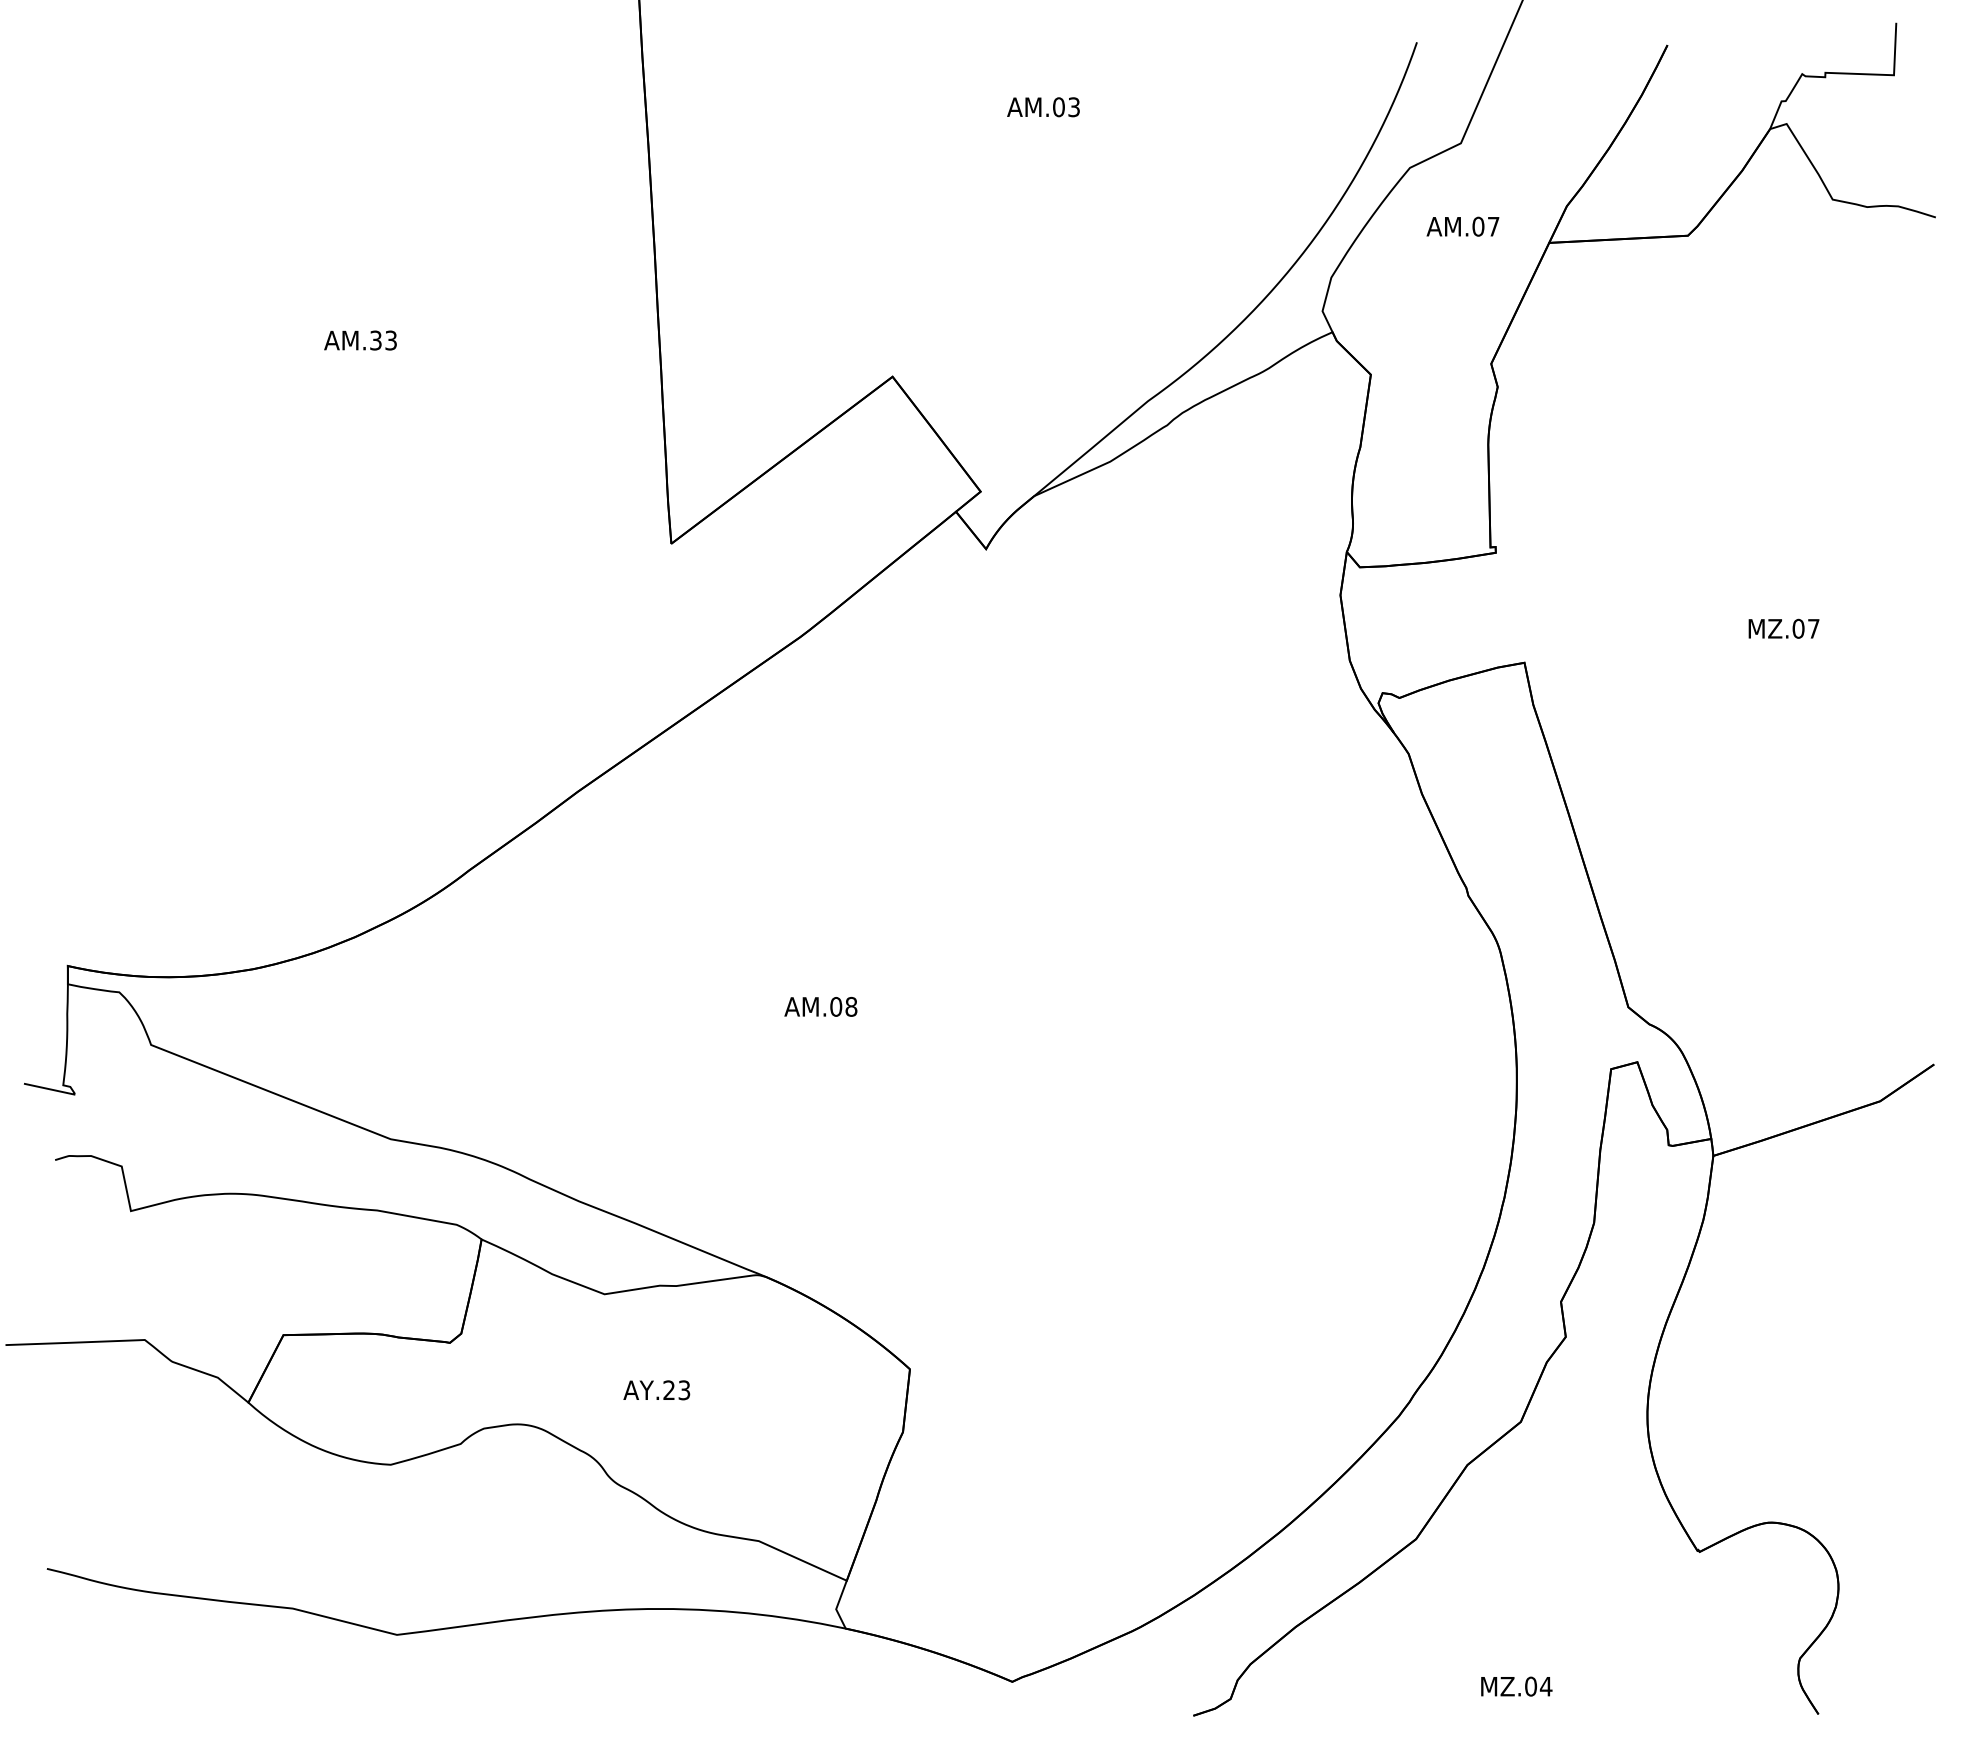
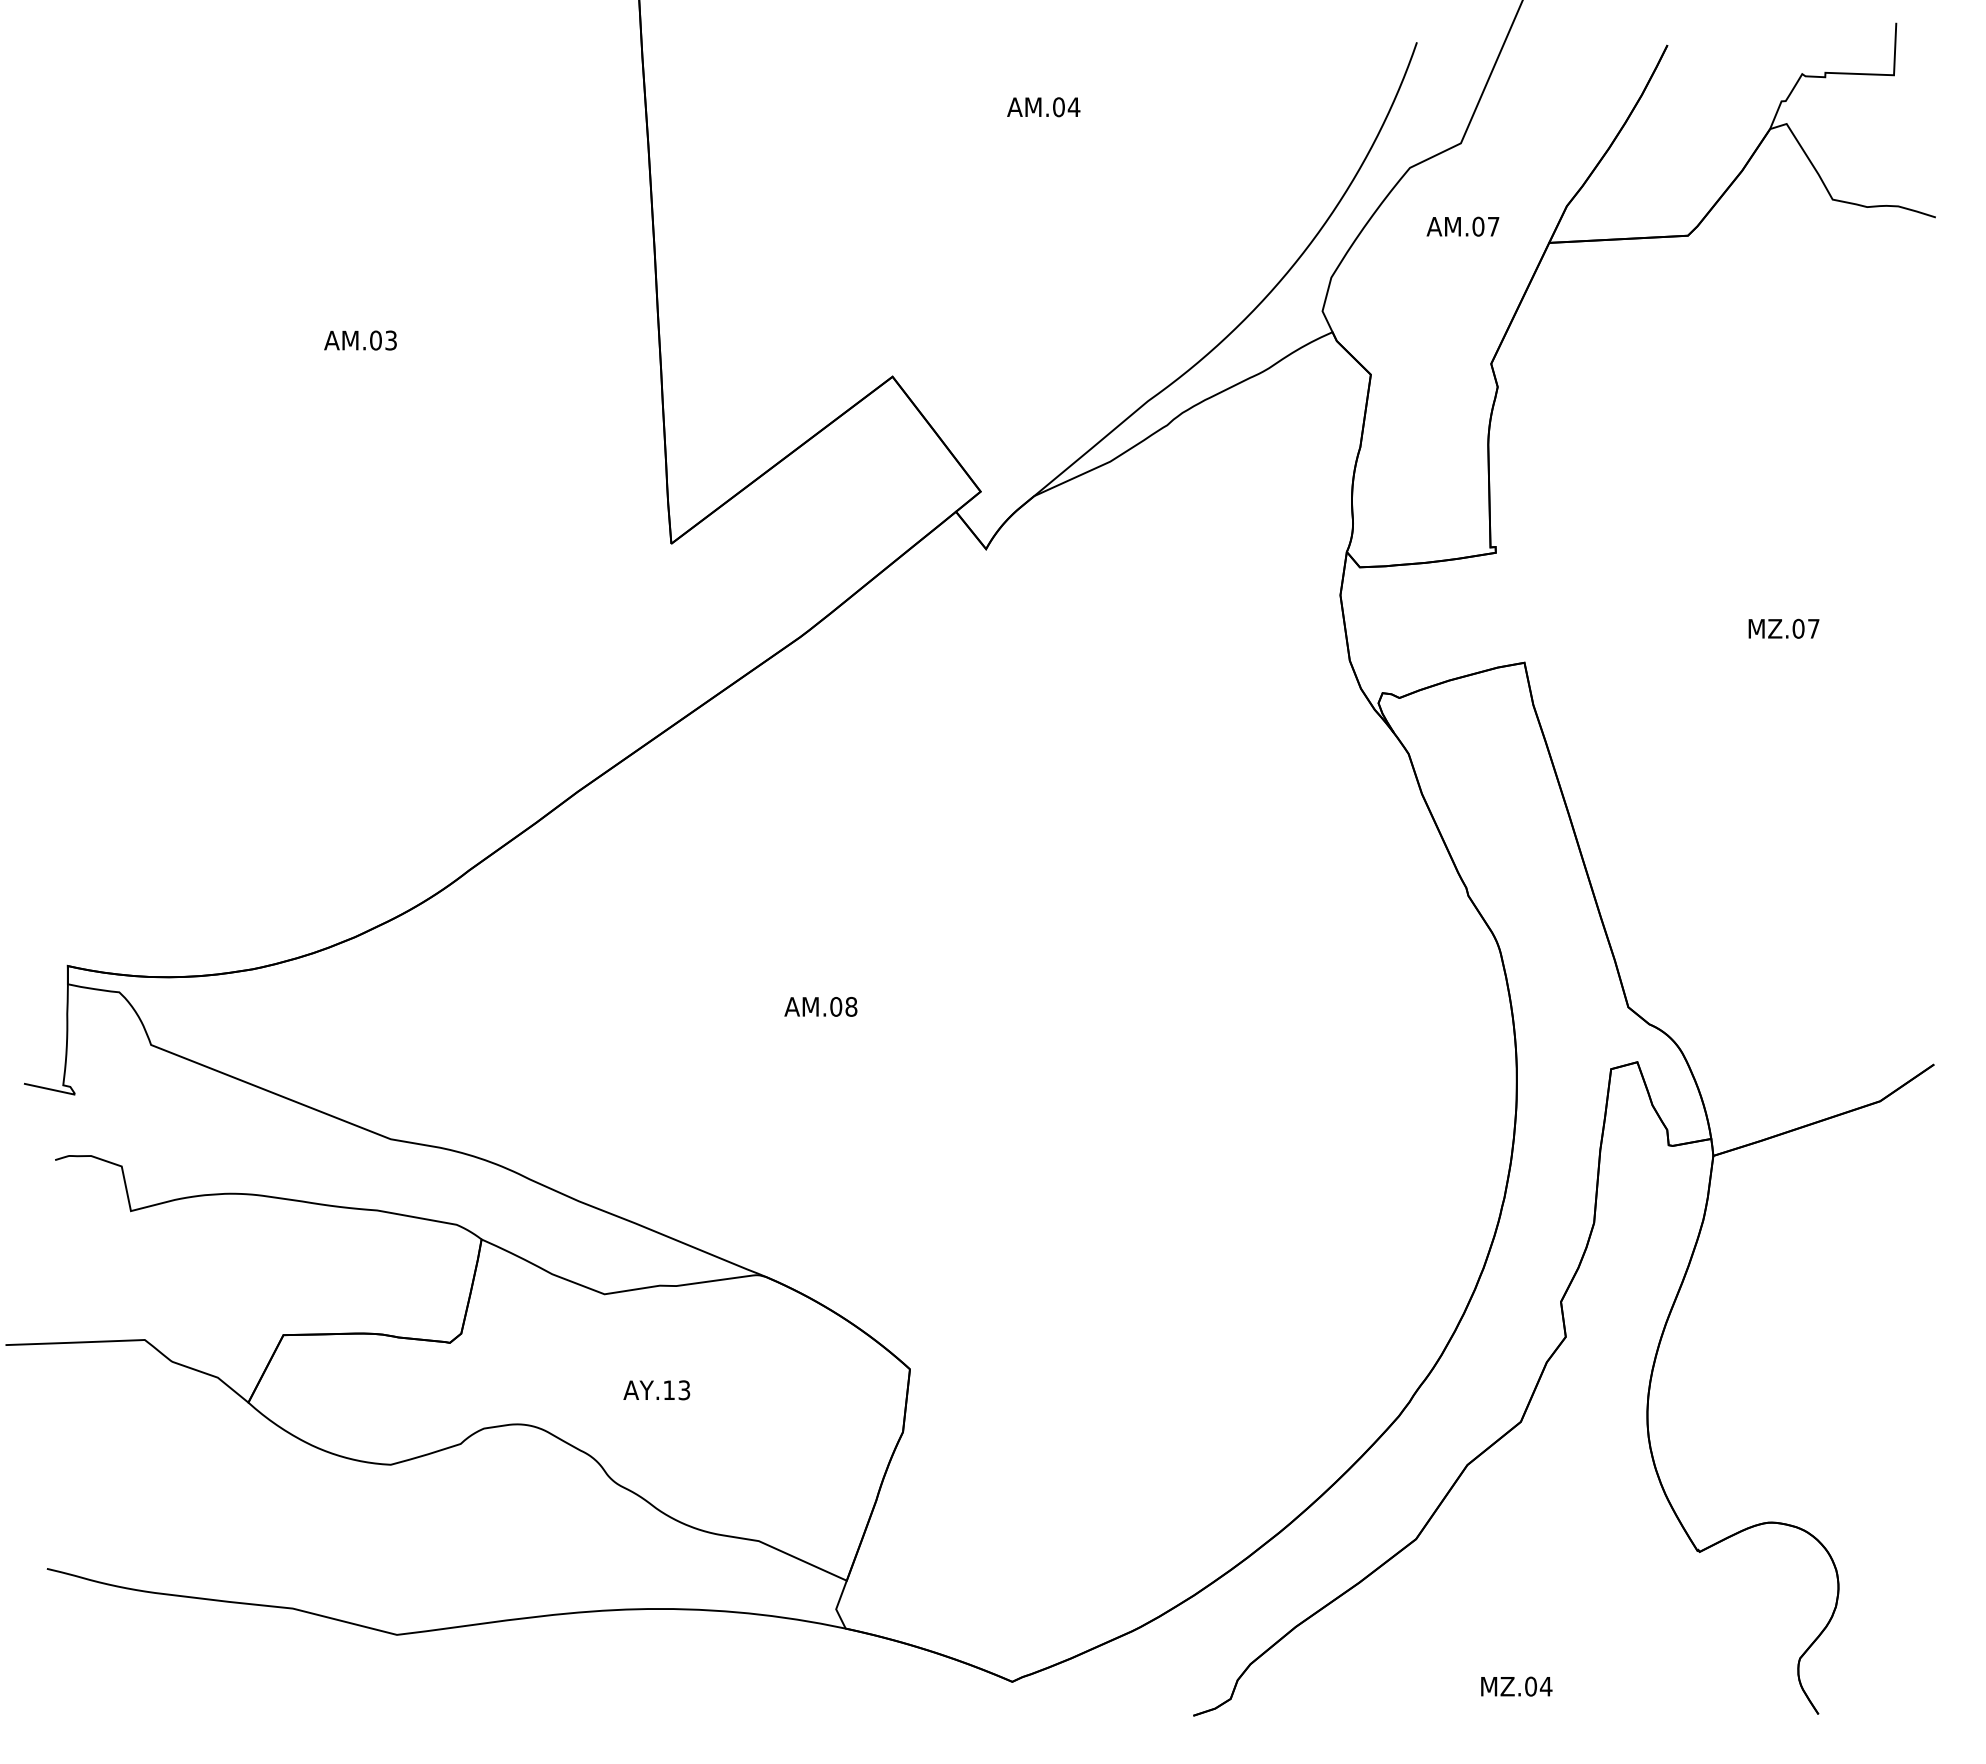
text at (1073, 107): AM.03 -> AM.04
text at (375, 340): AM.33 -> AM.03
text at (668, 1389): AY.23 -> AY.13
